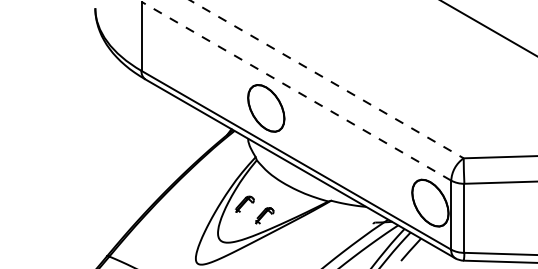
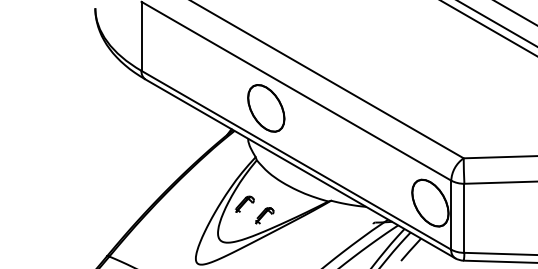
line at (515, 13): none -> present
line at (497, 23): none -> present
line at (327, 79): dashed -> solid
line at (296, 91): dashed -> solid
